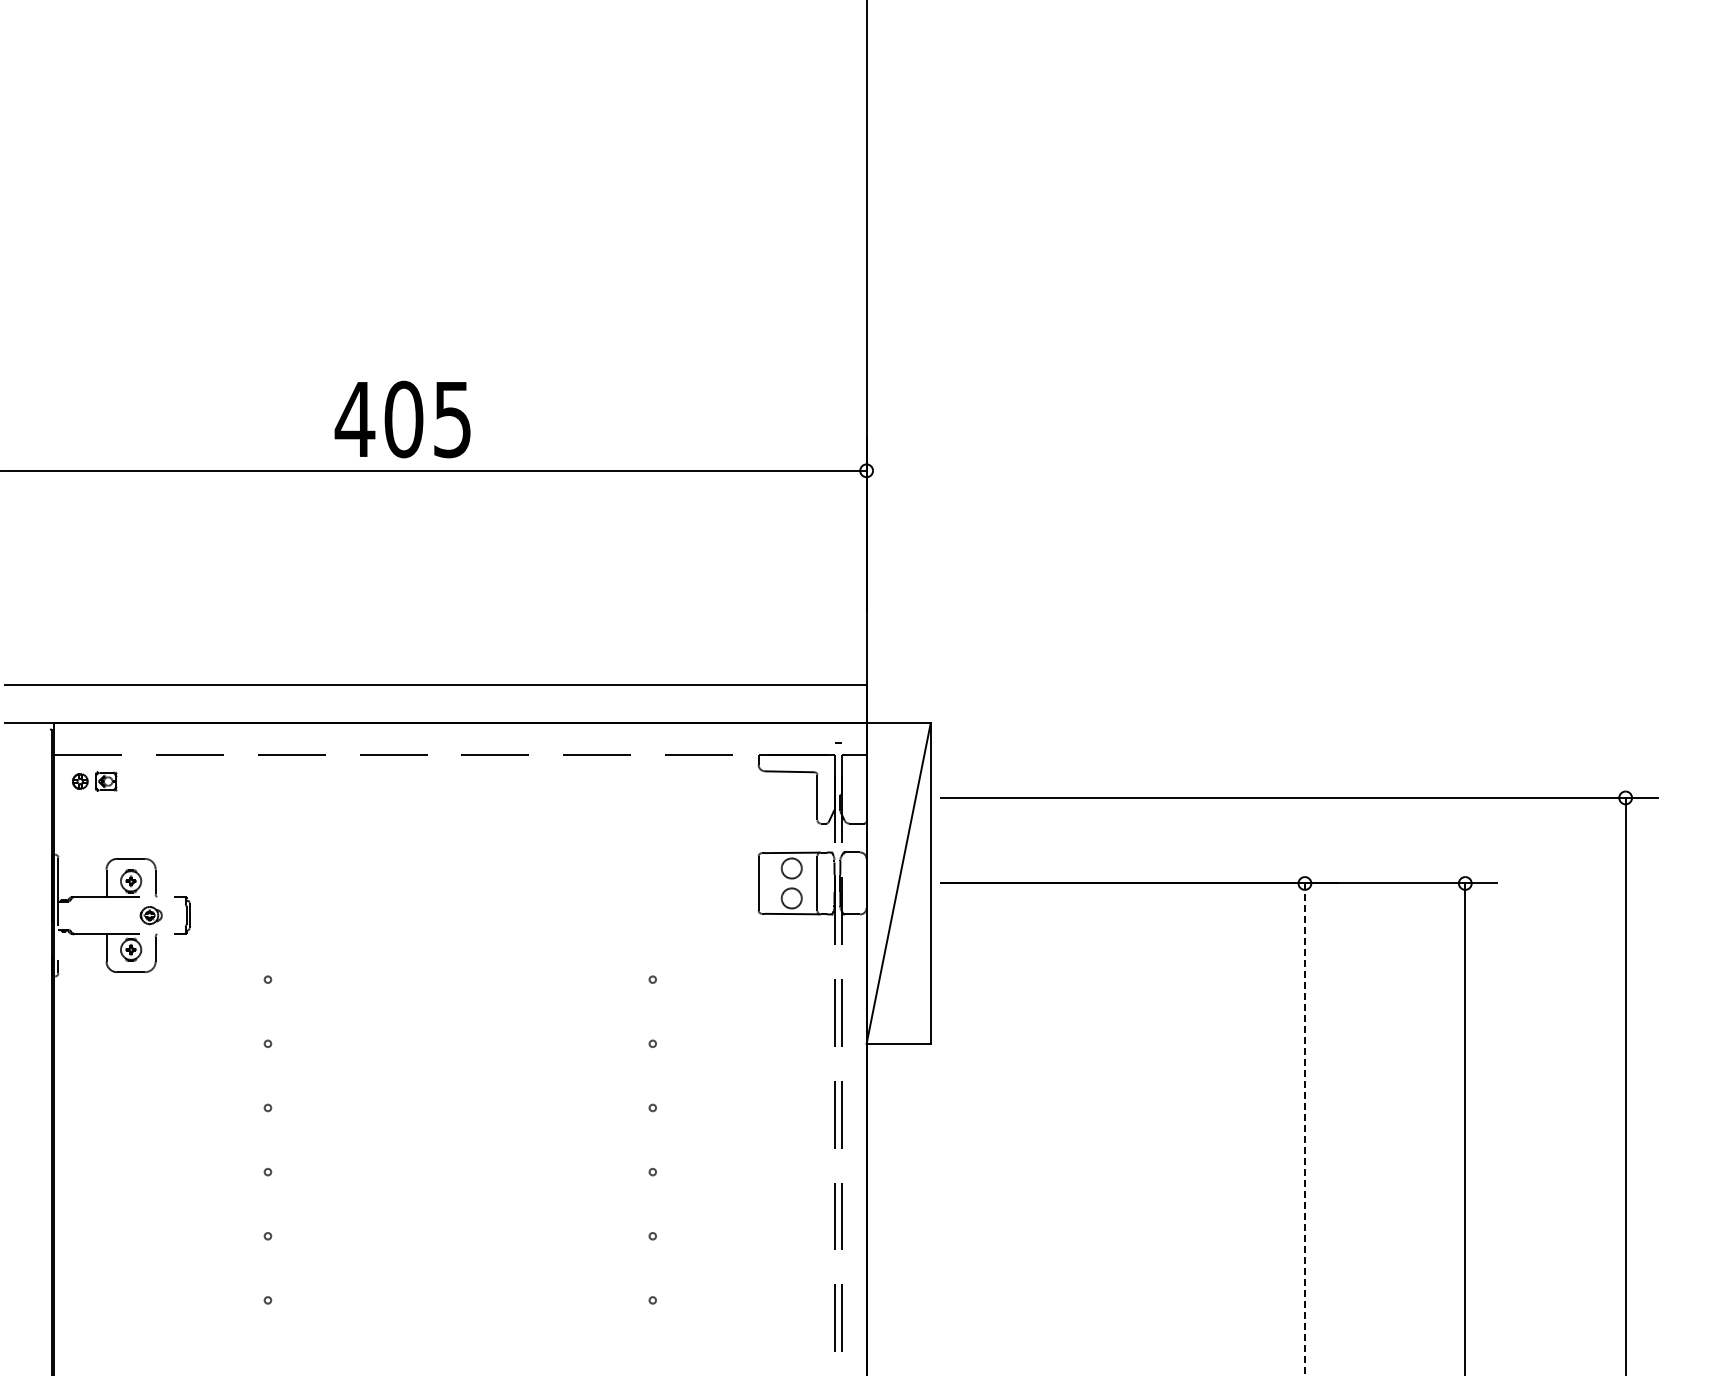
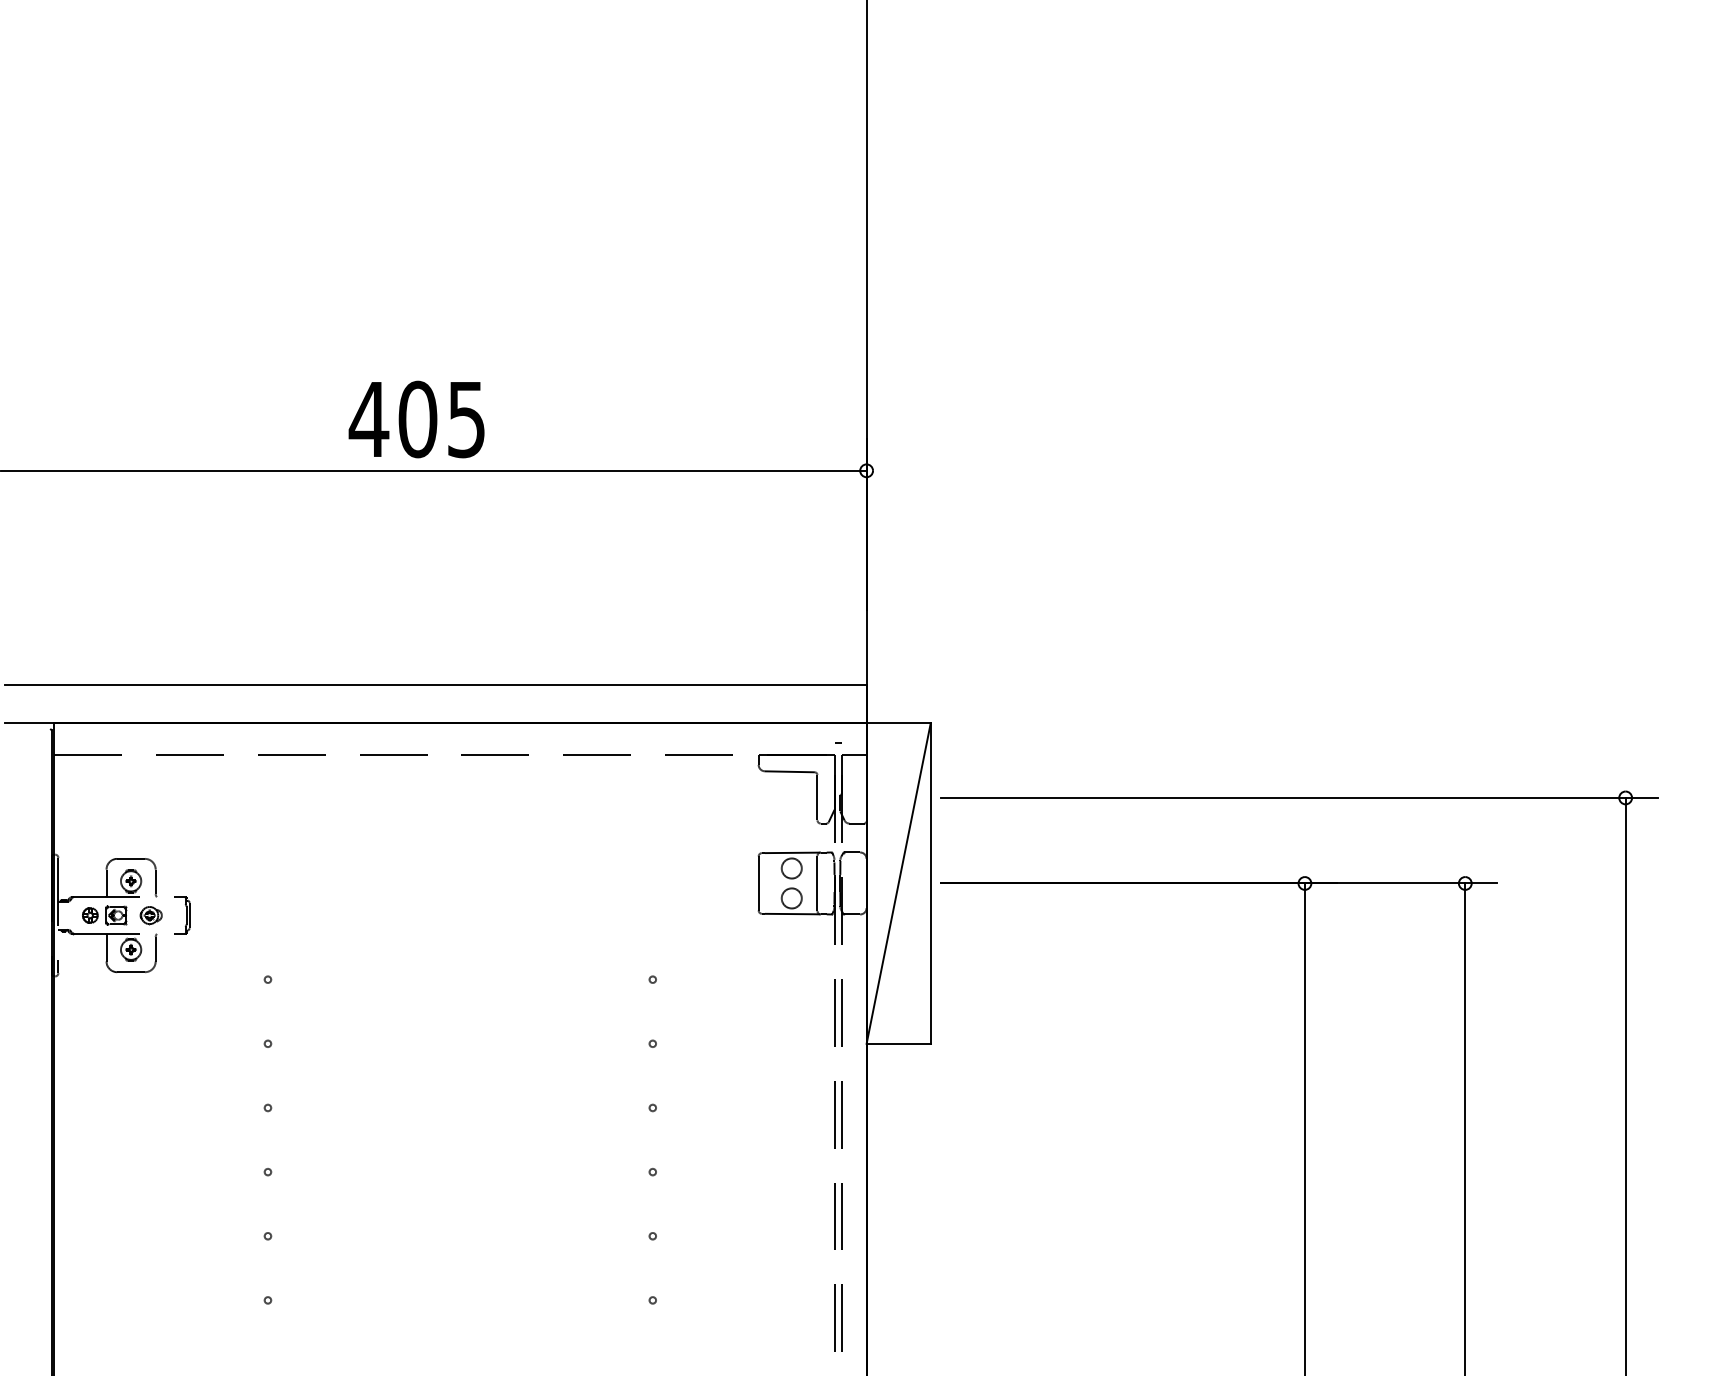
text at (402, 419) position: (402, 419) -> (416, 419)
part at (94, 781) position: (94, 781) -> (104, 915)
line at (1304, 1129): dashed -> solid
